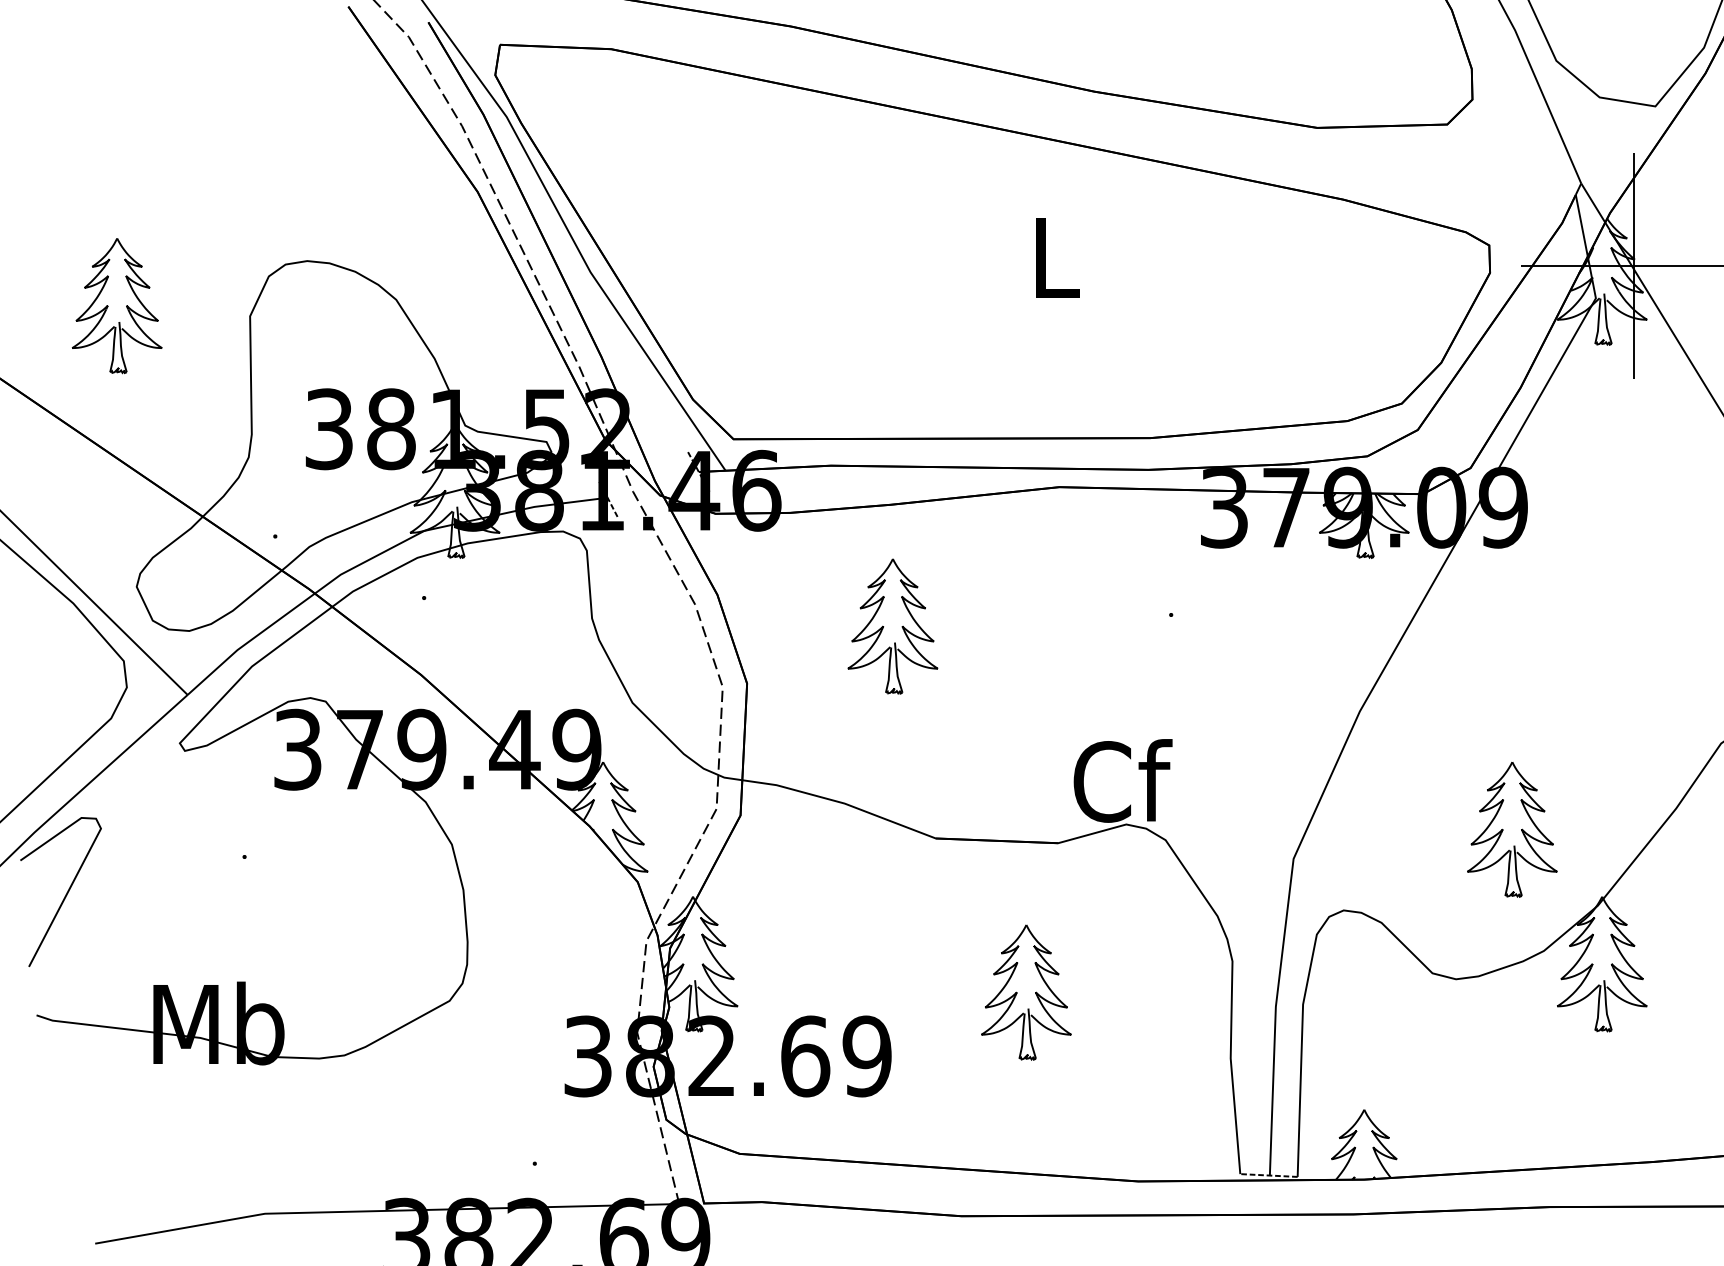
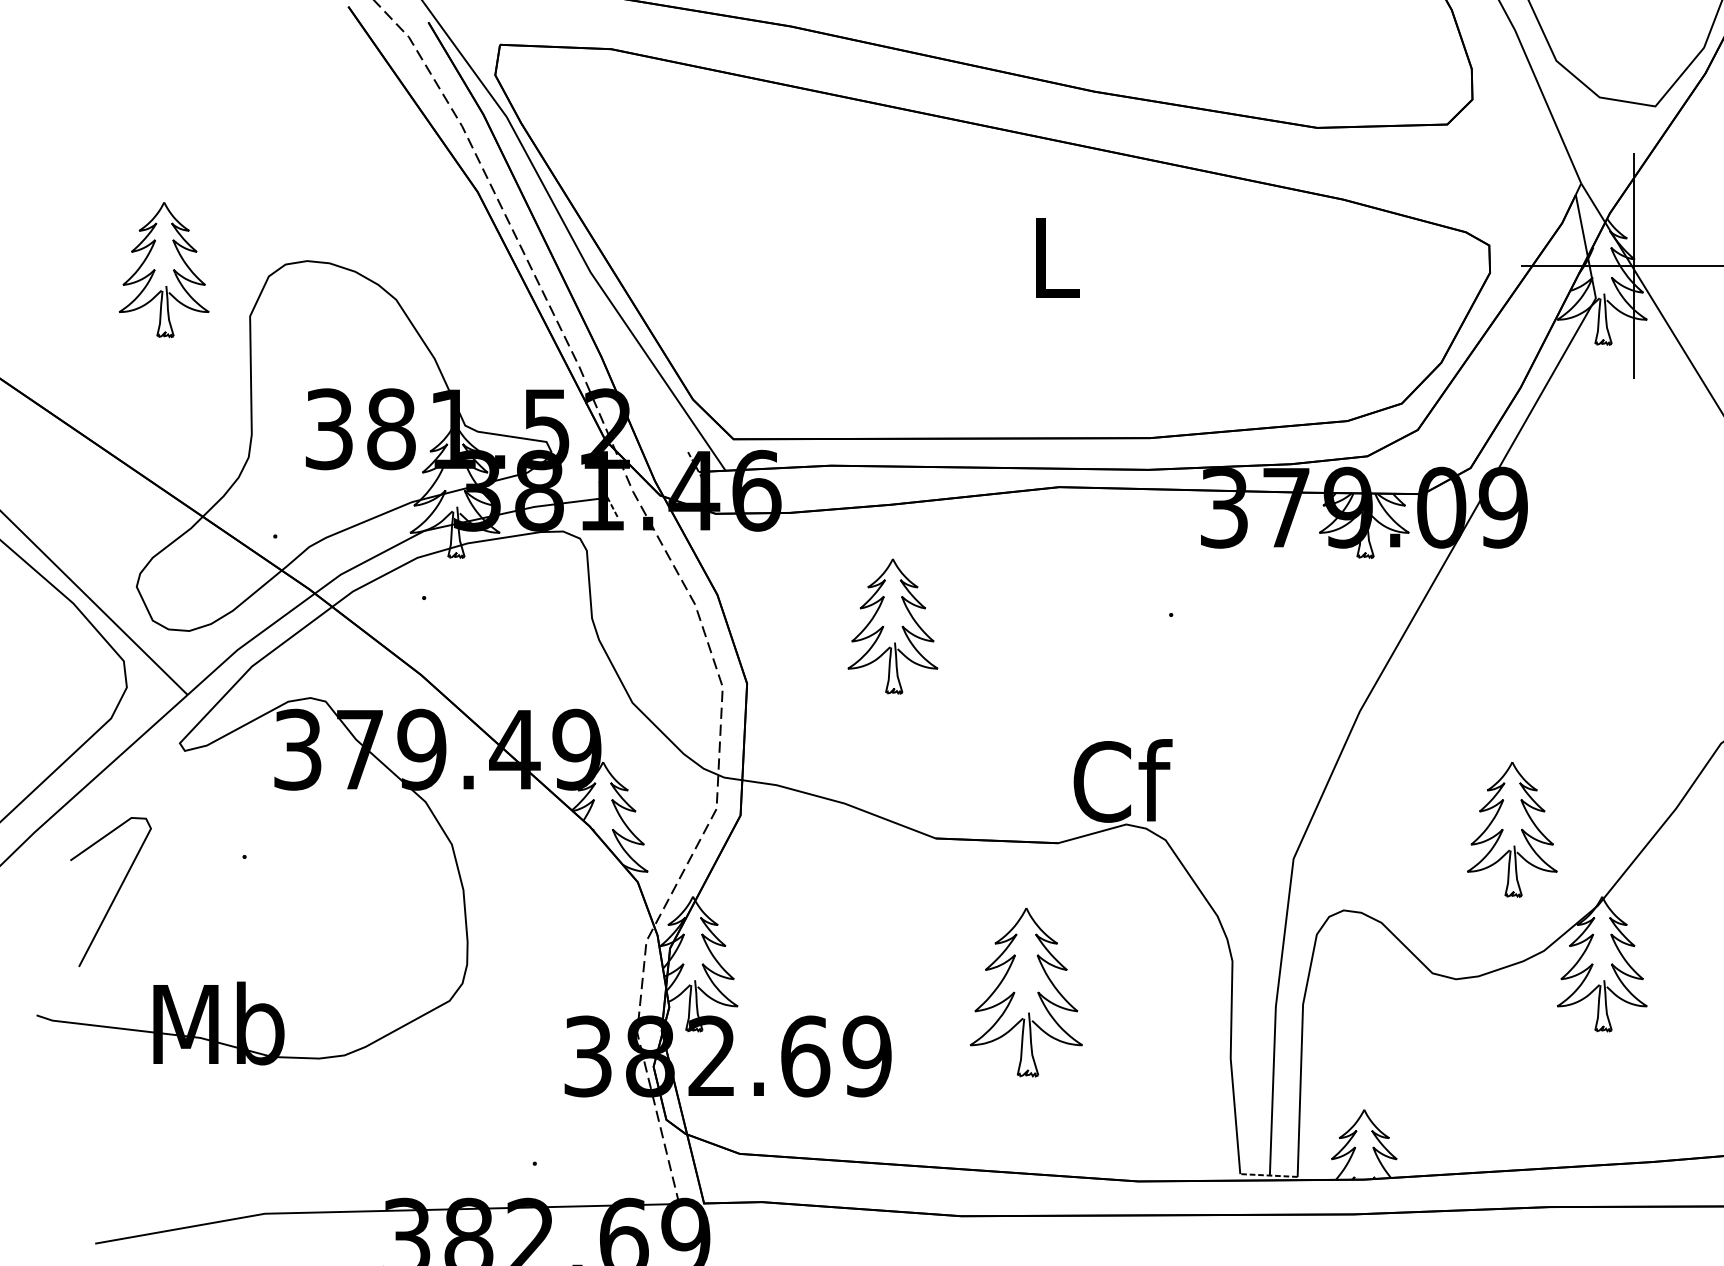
part at (116, 306) position: (116, 306) -> (163, 270)
line at (65, 894) position: (65, 894) -> (115, 894)
part at (1026, 992) size: 91x137 px -> 114x171 px
